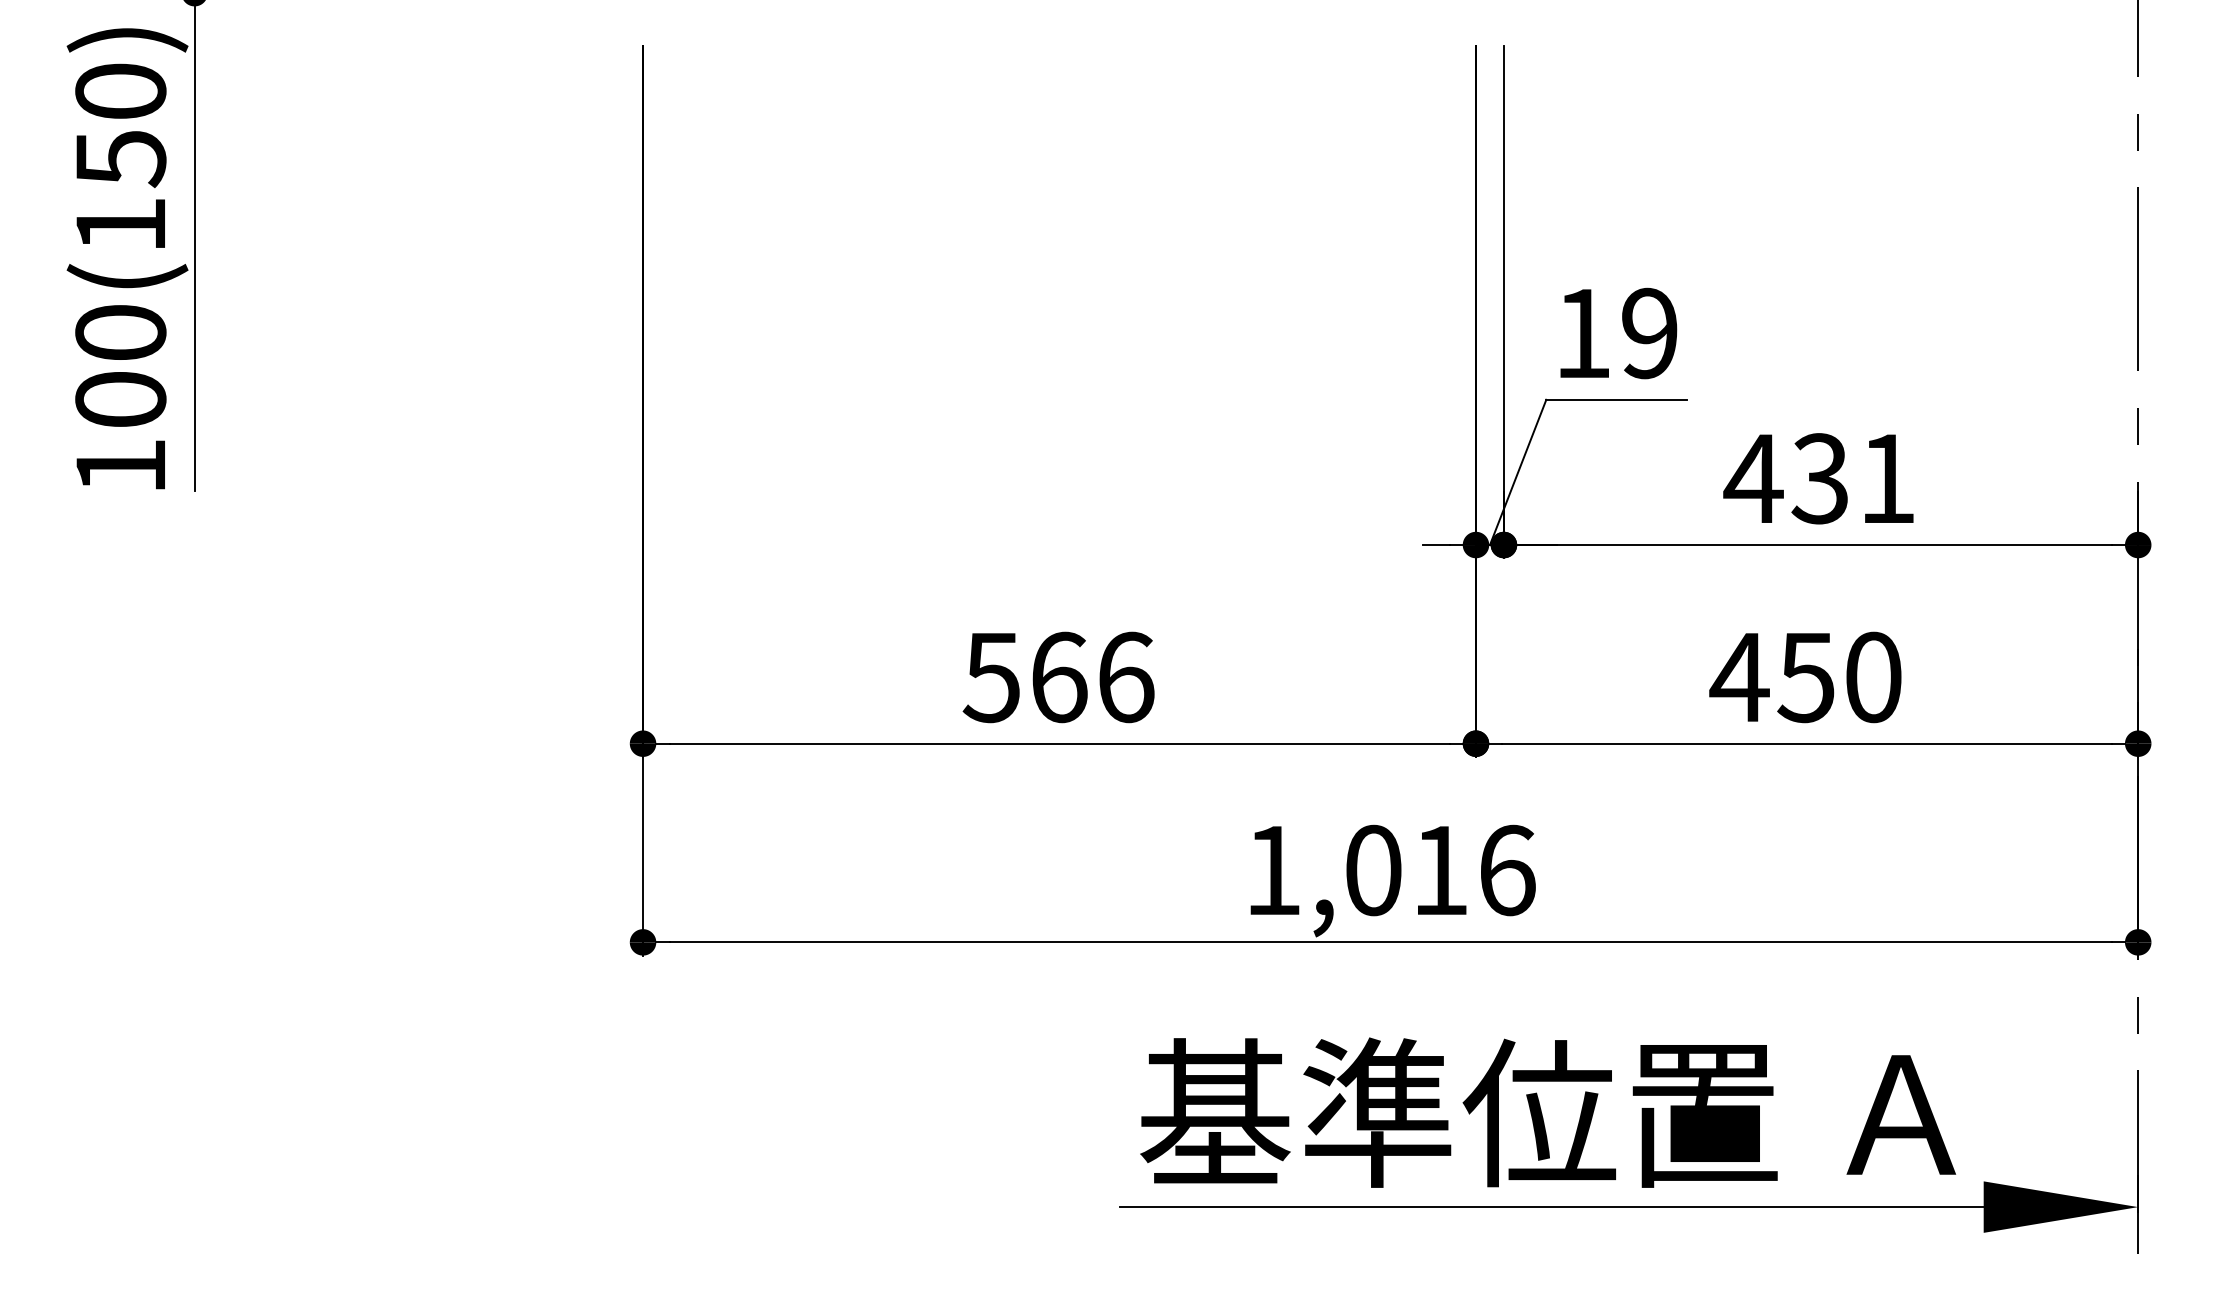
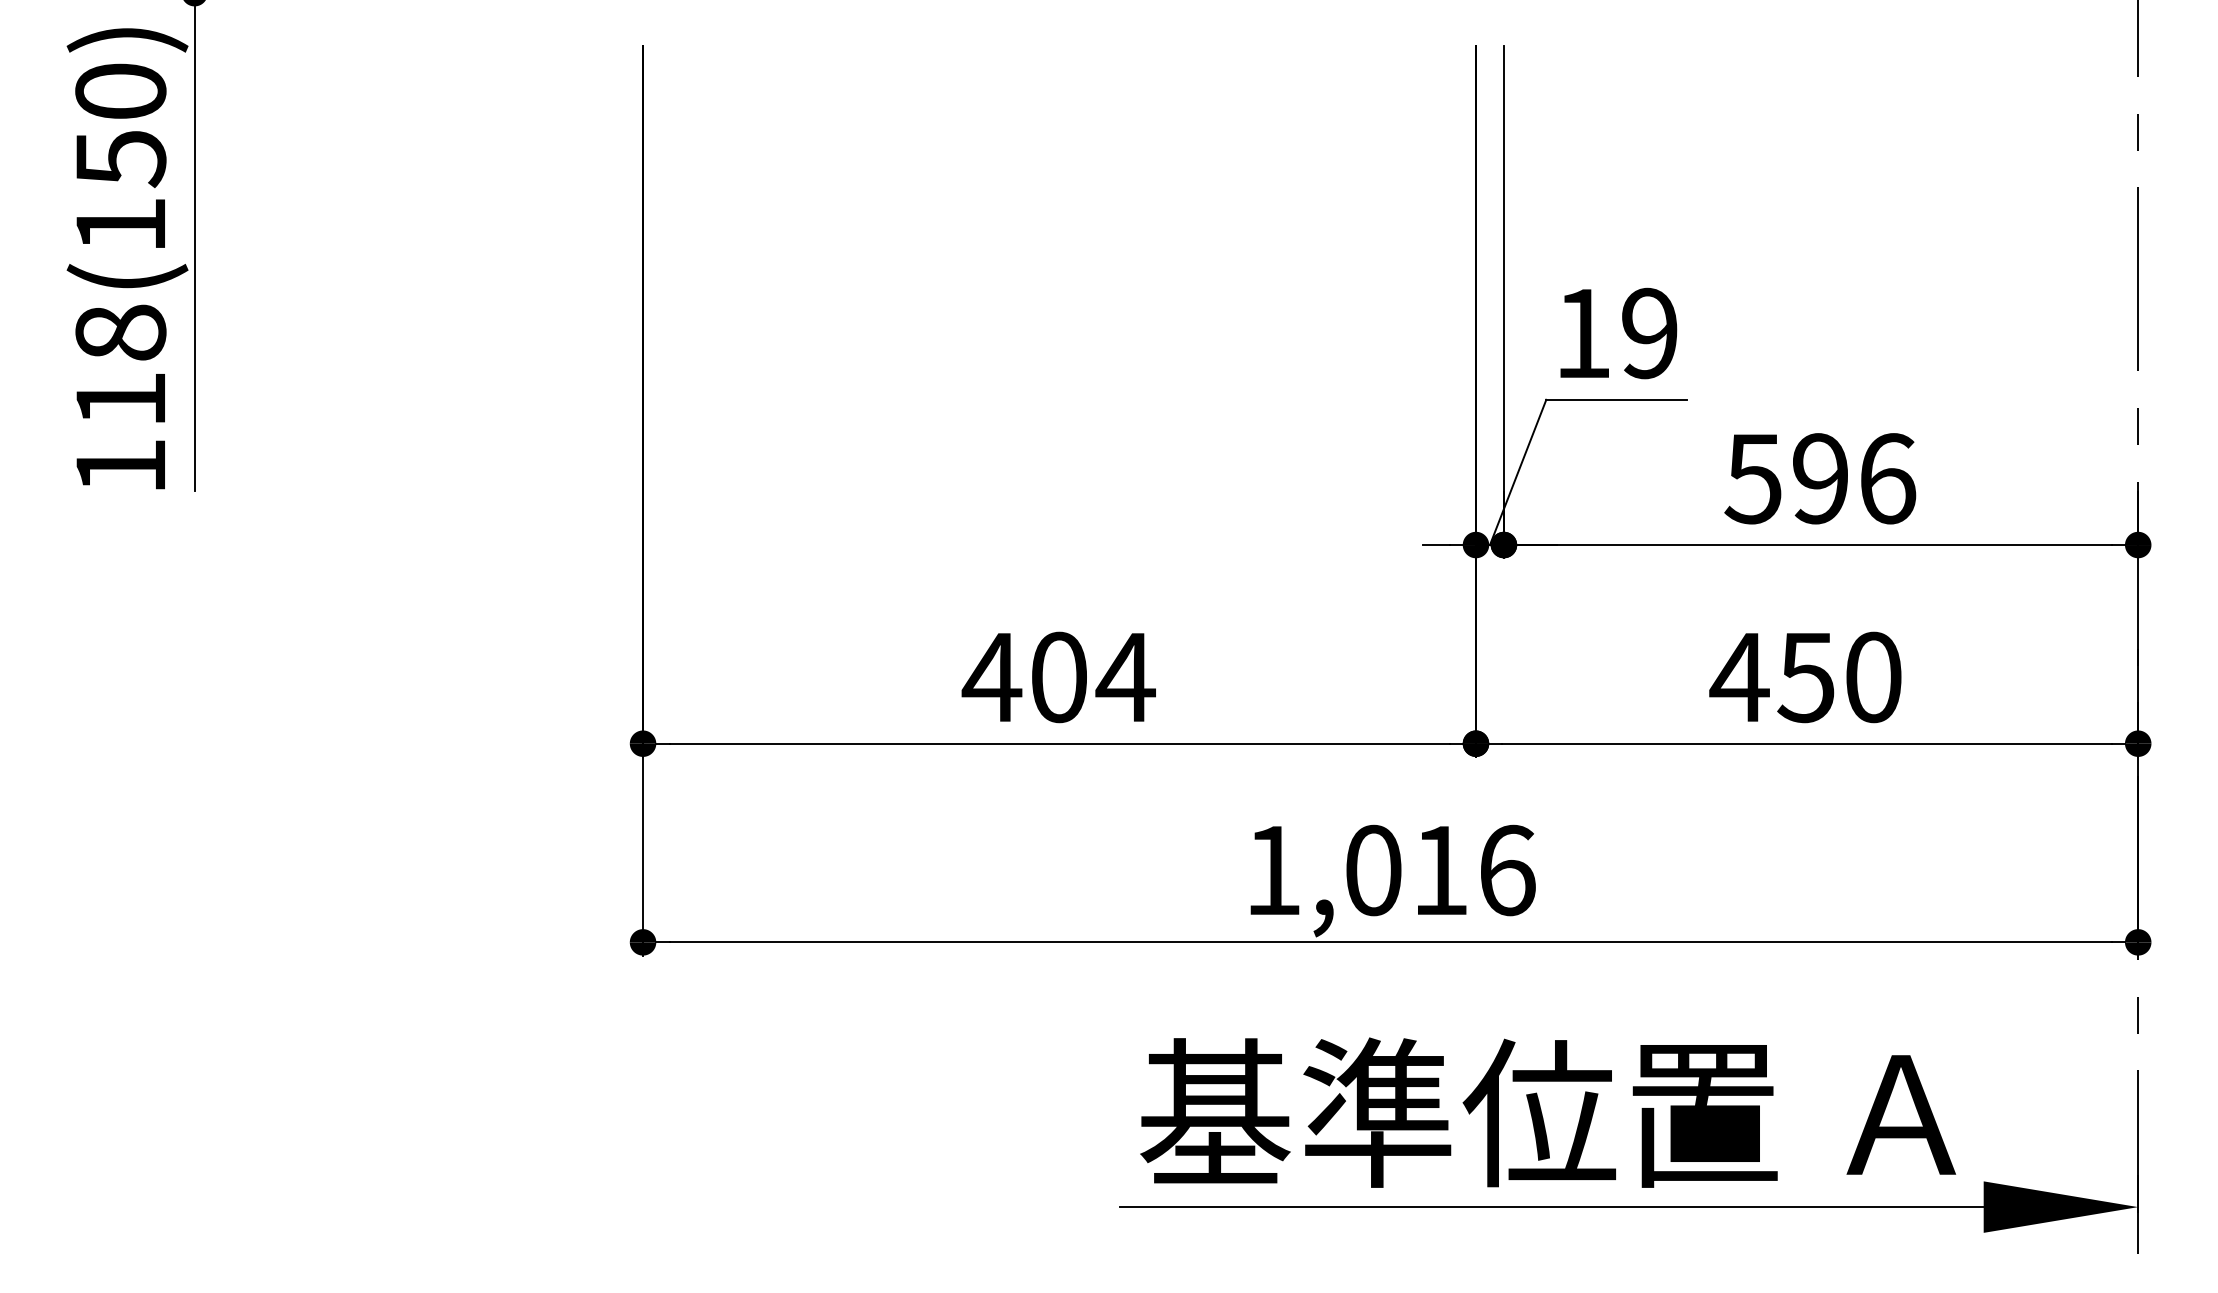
text at (120, 365): 100(150) -> 118(150)
text at (1819, 478): 431 -> 596
text at (1058, 677): 566 -> 404
